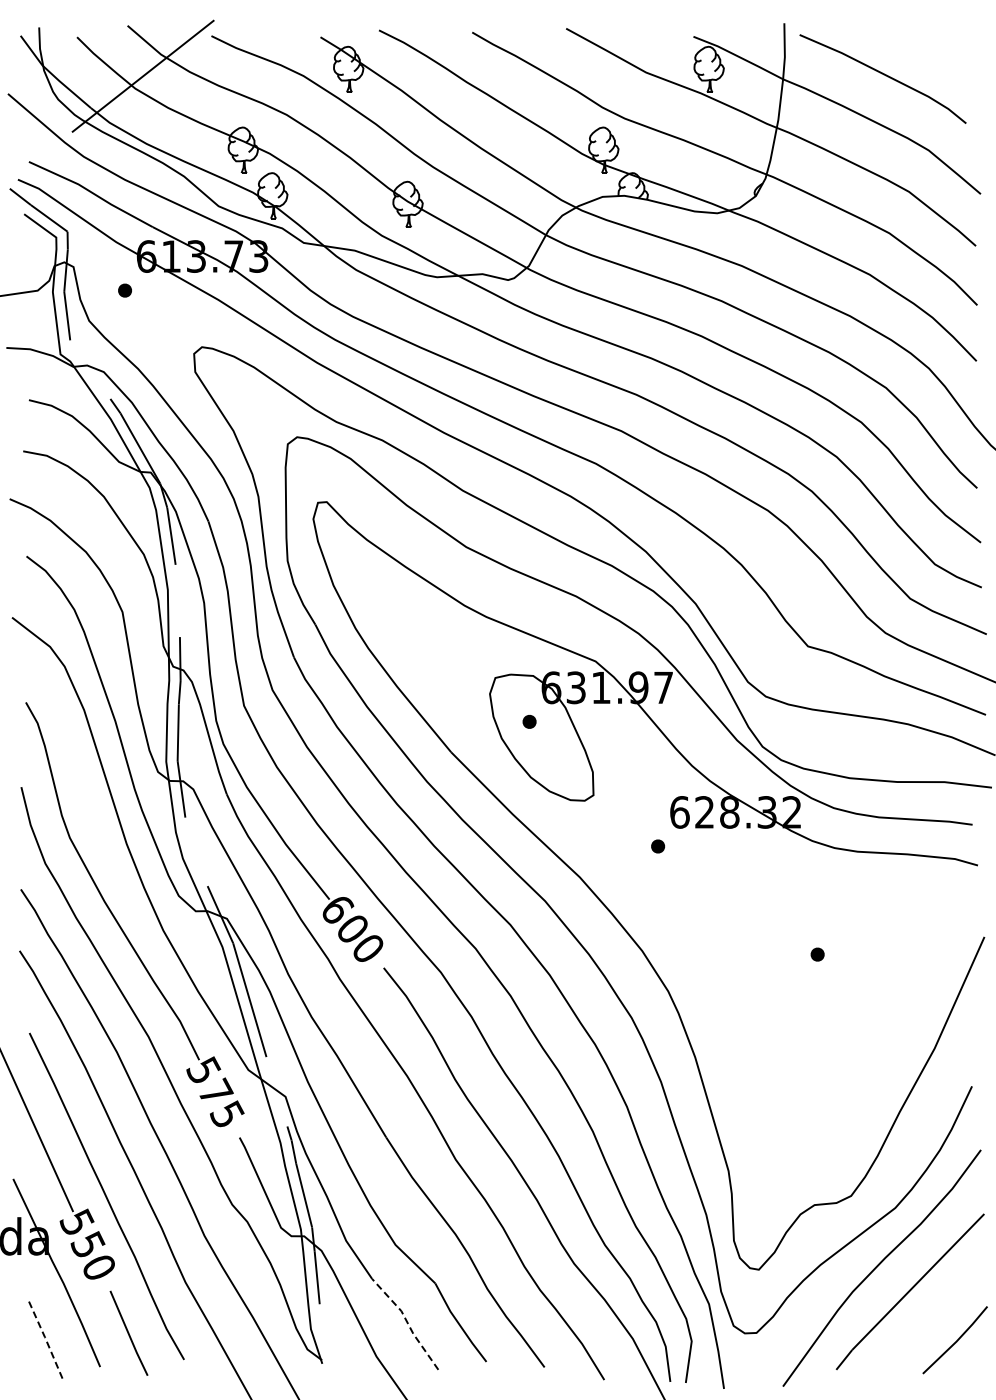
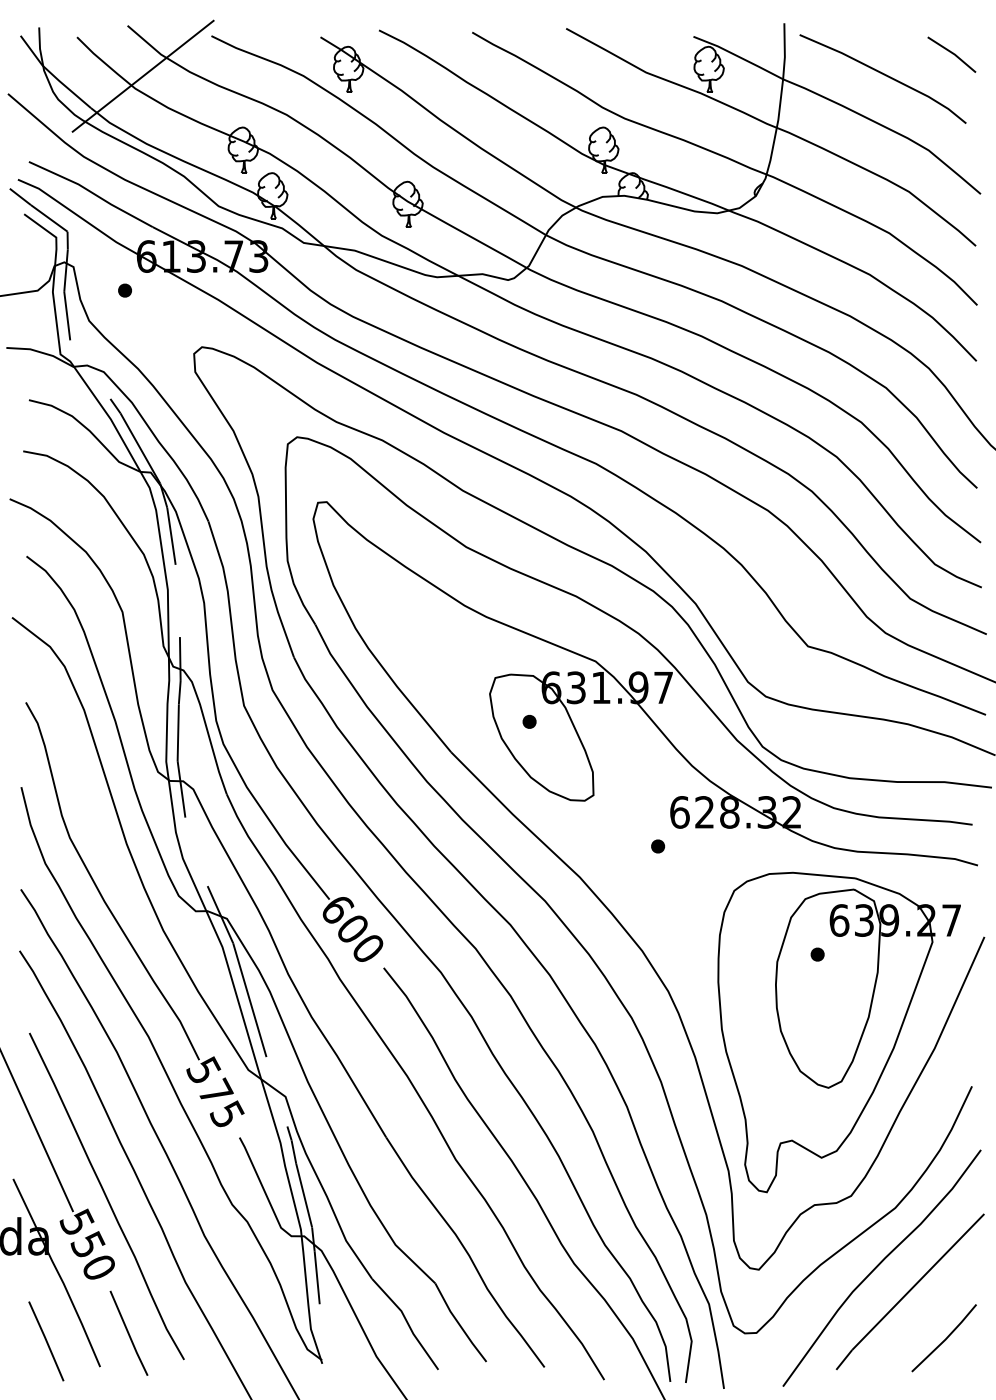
line at (951, 53): none -> present
part at (838, 1032): none -> present
line at (407, 1322): dashed -> solid
line at (46, 1341): dashed -> solid
line at (955, 1341) position: (955, 1341) -> (944, 1339)
